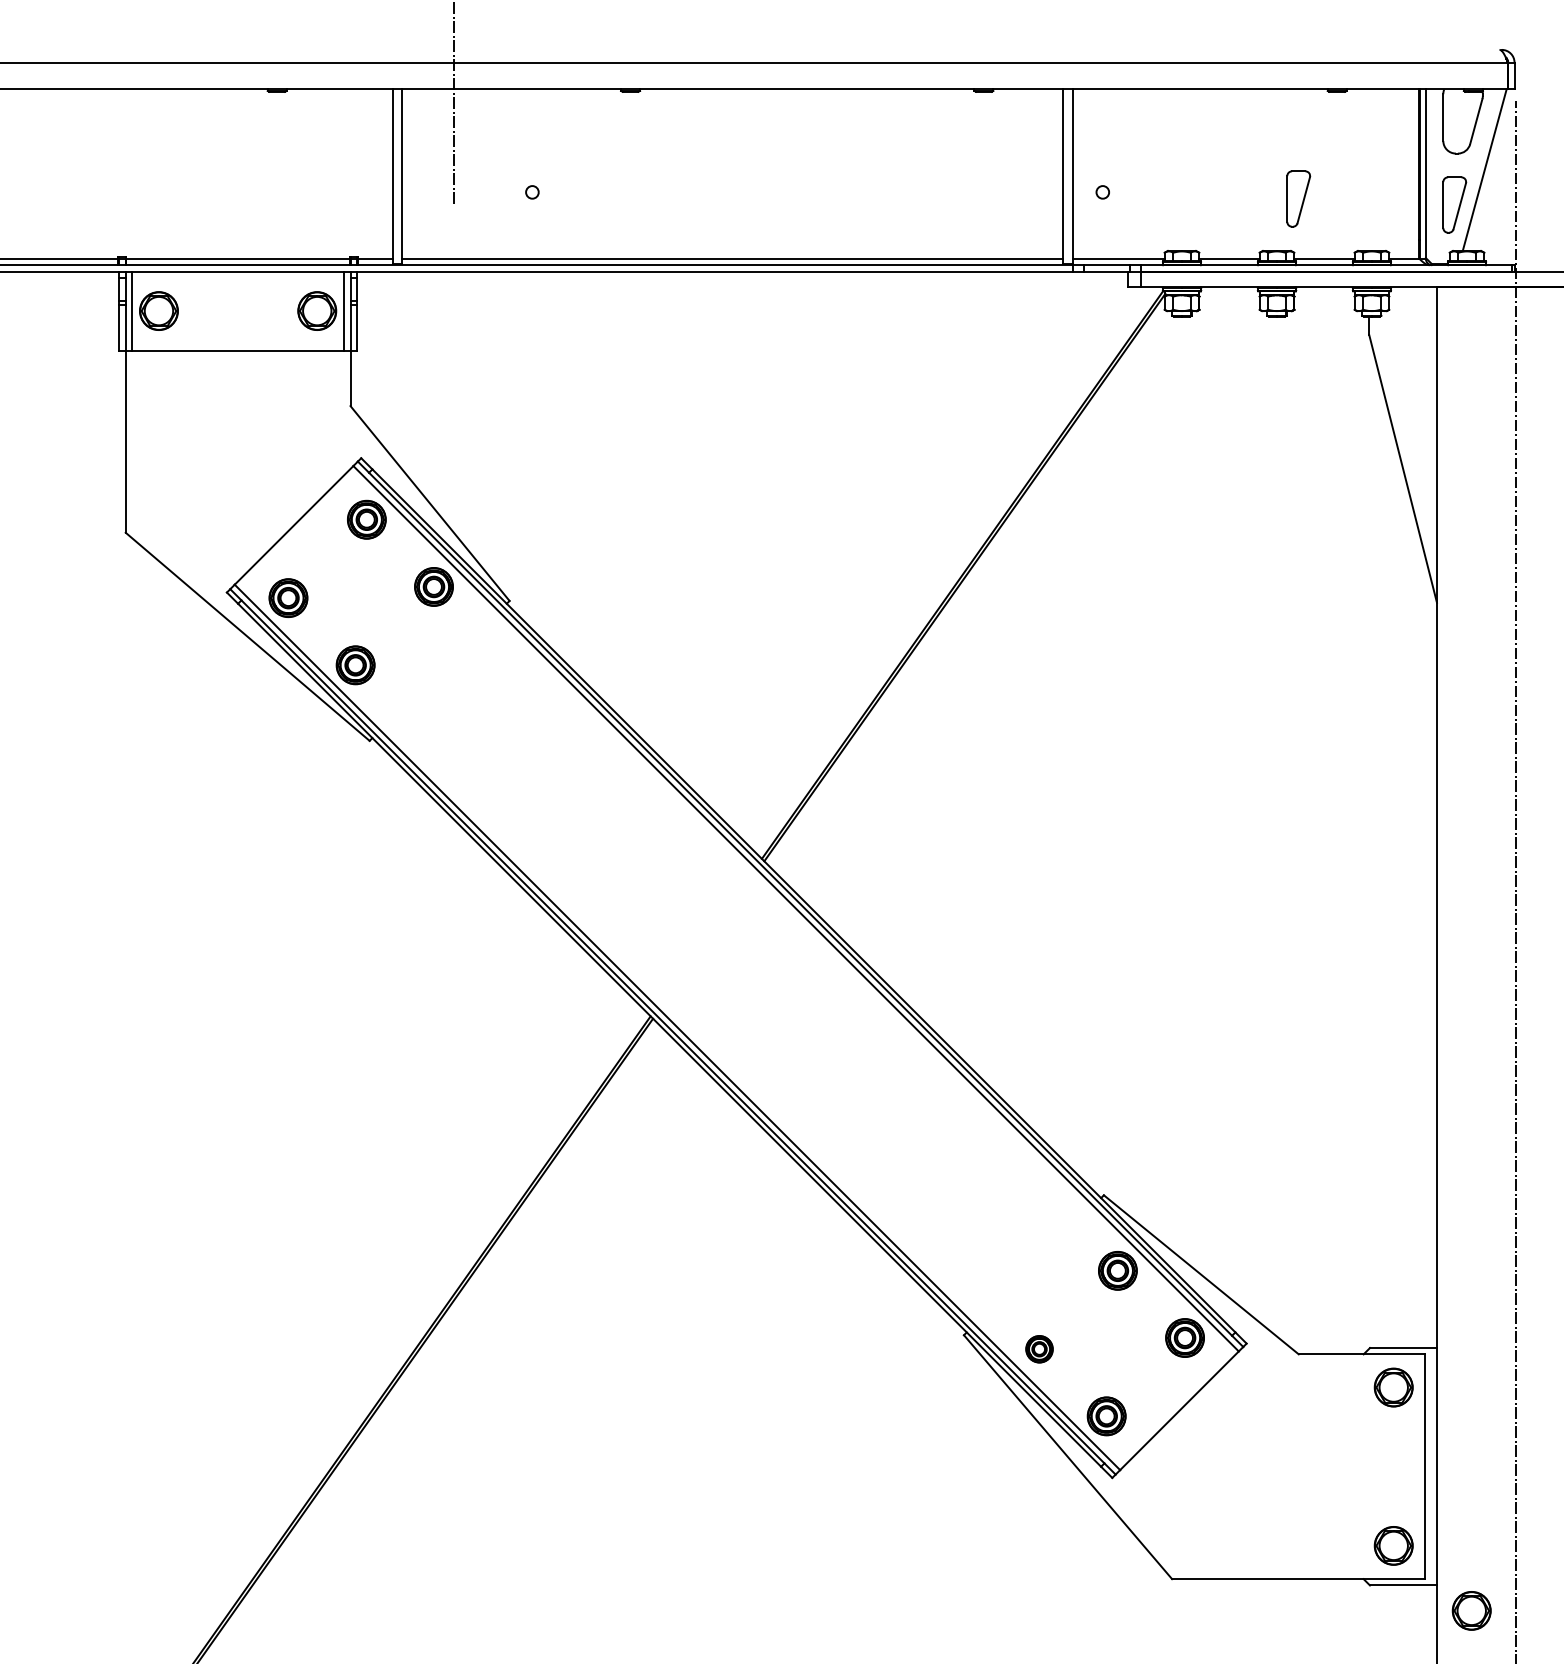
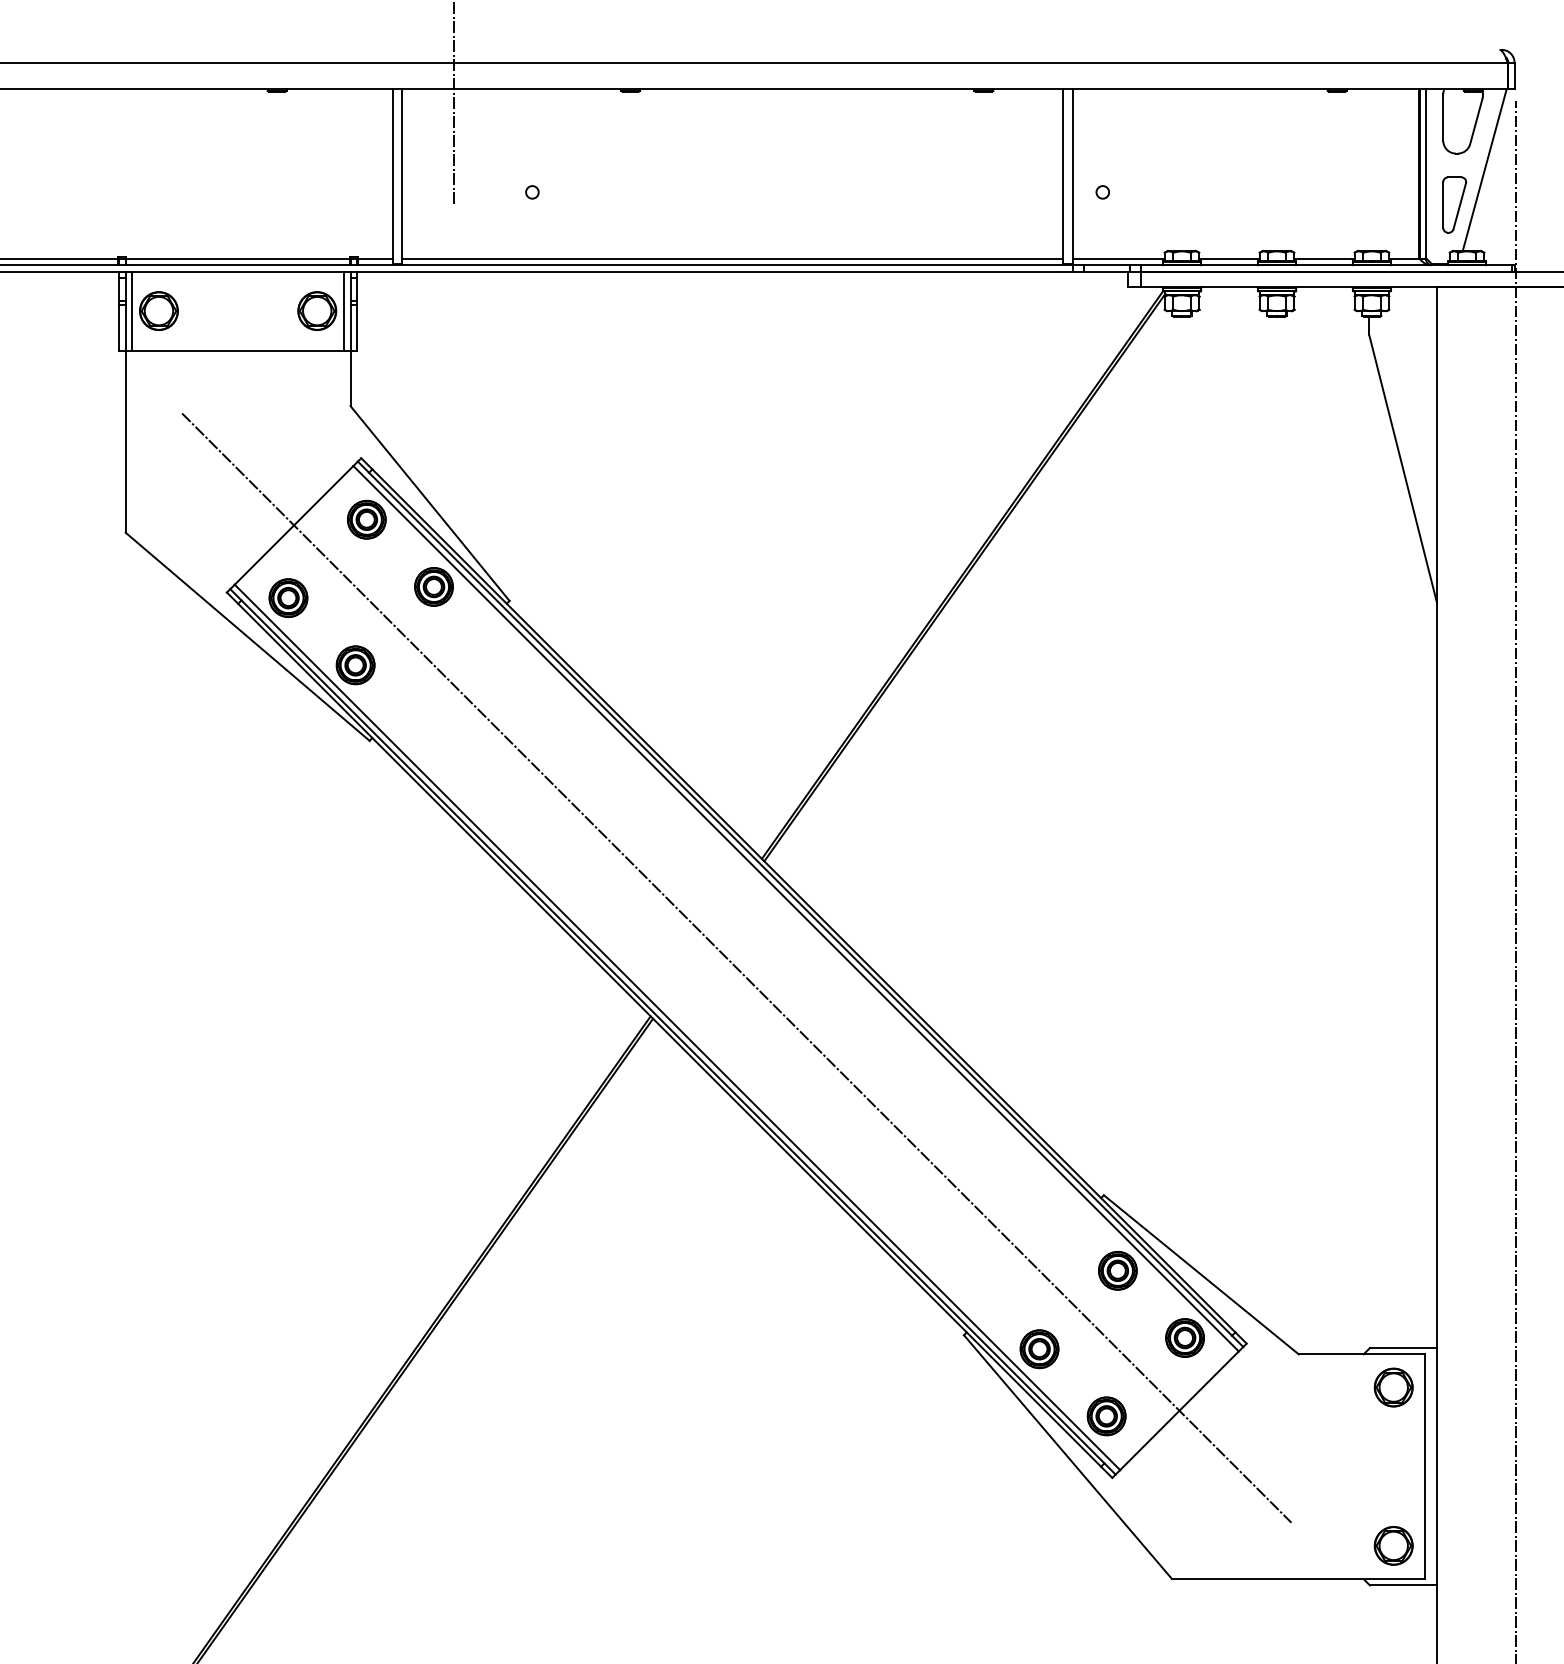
part at (1298, 198): present -> none
line at (736, 967): none -> present
part at (1039, 1349) size: 29x29 px -> 41x41 px
part at (1471, 1610): present -> none
